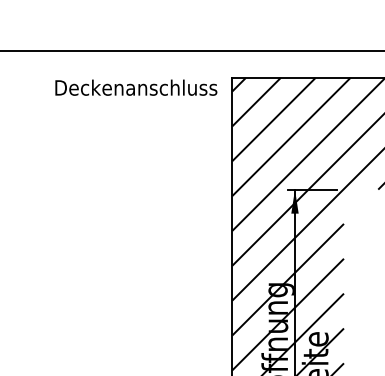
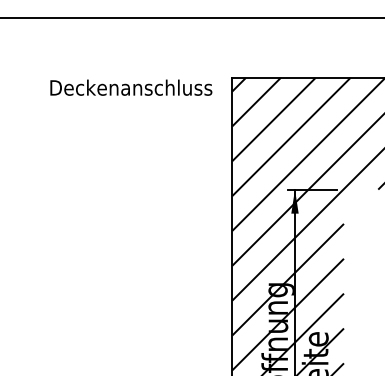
line at (191, 51) position: (191, 51) -> (191, 18)
text at (136, 87) position: (136, 87) -> (131, 87)
